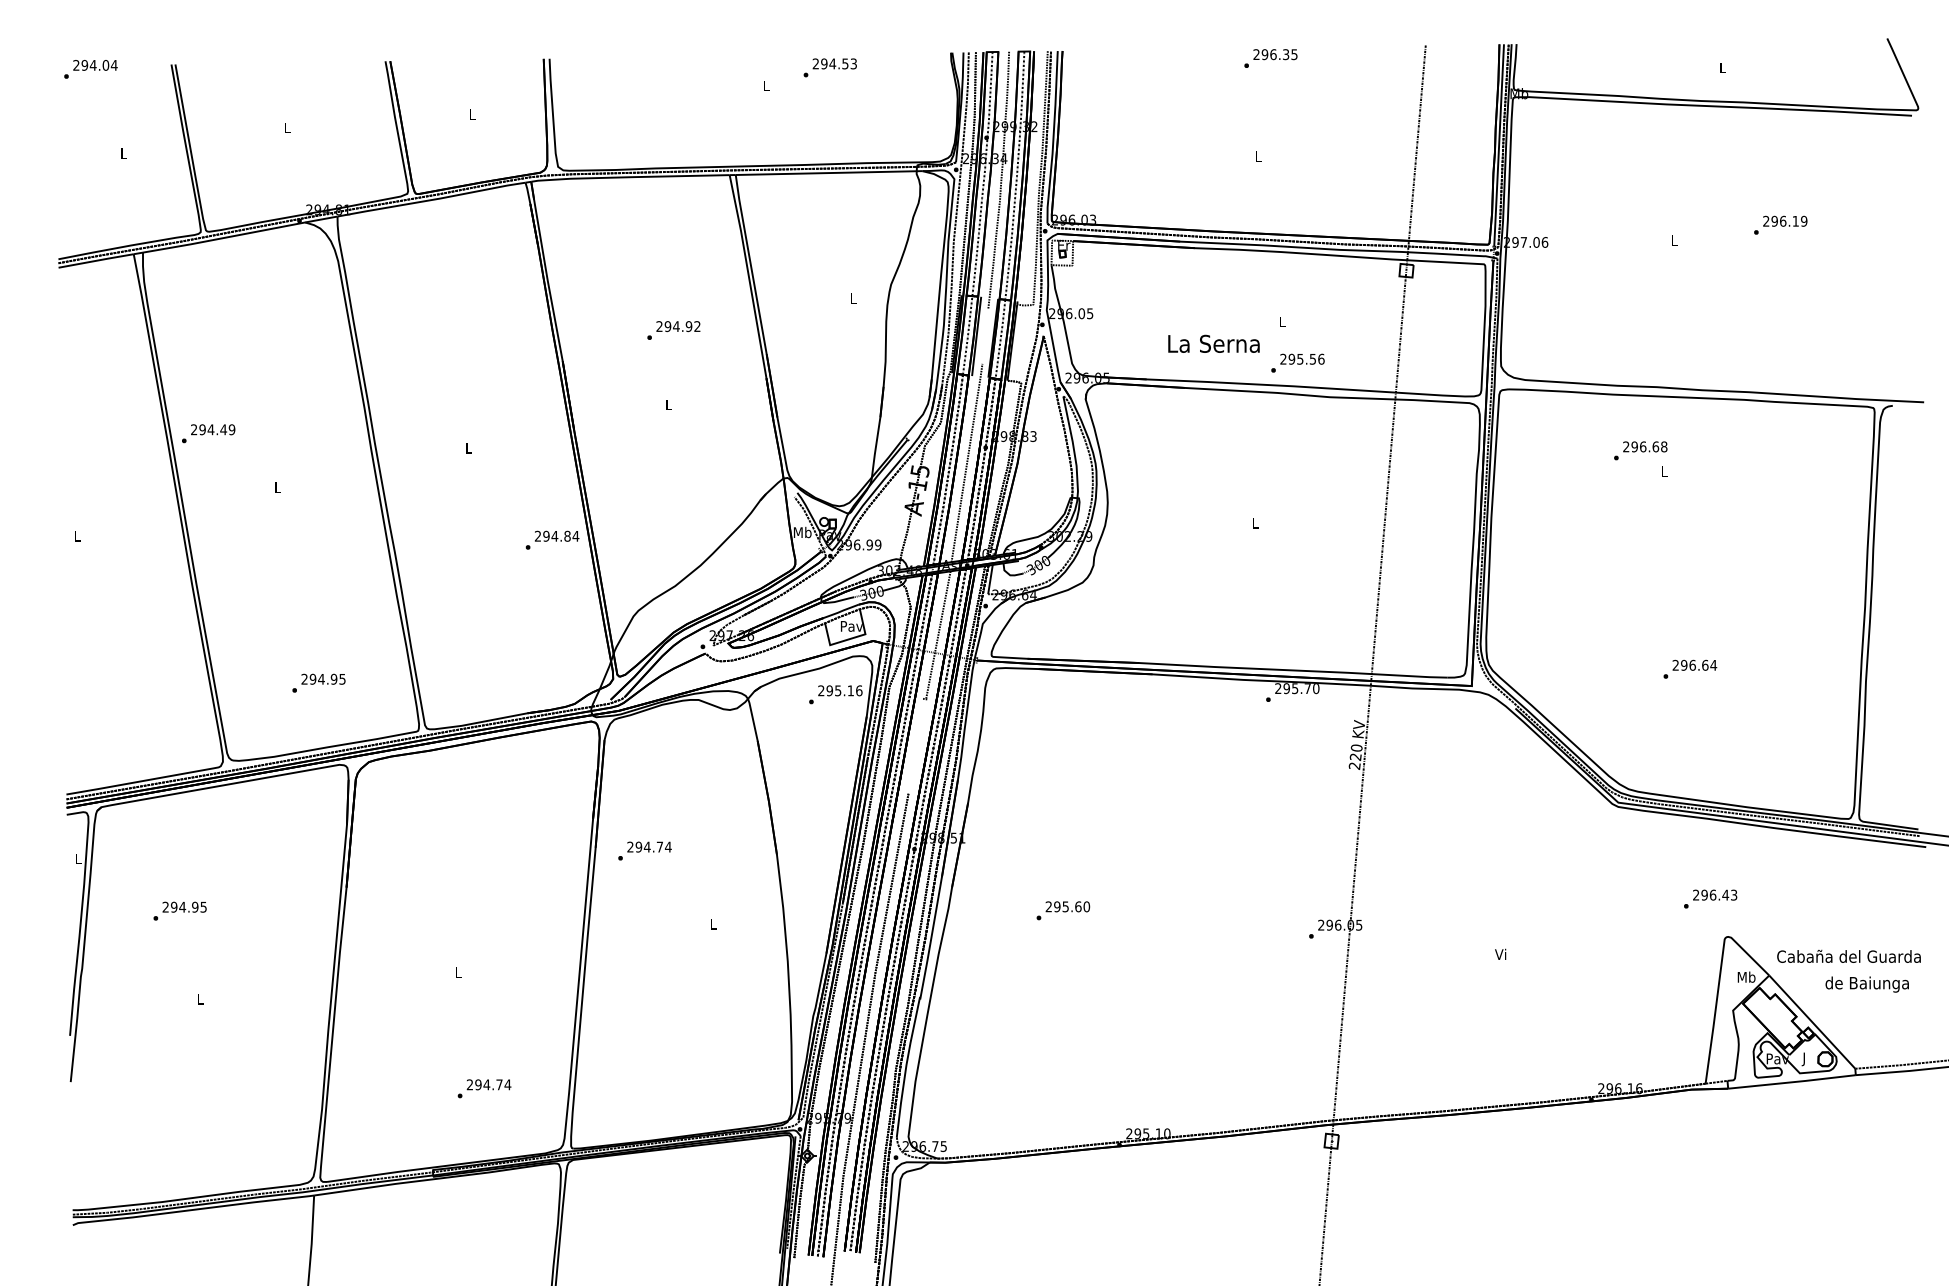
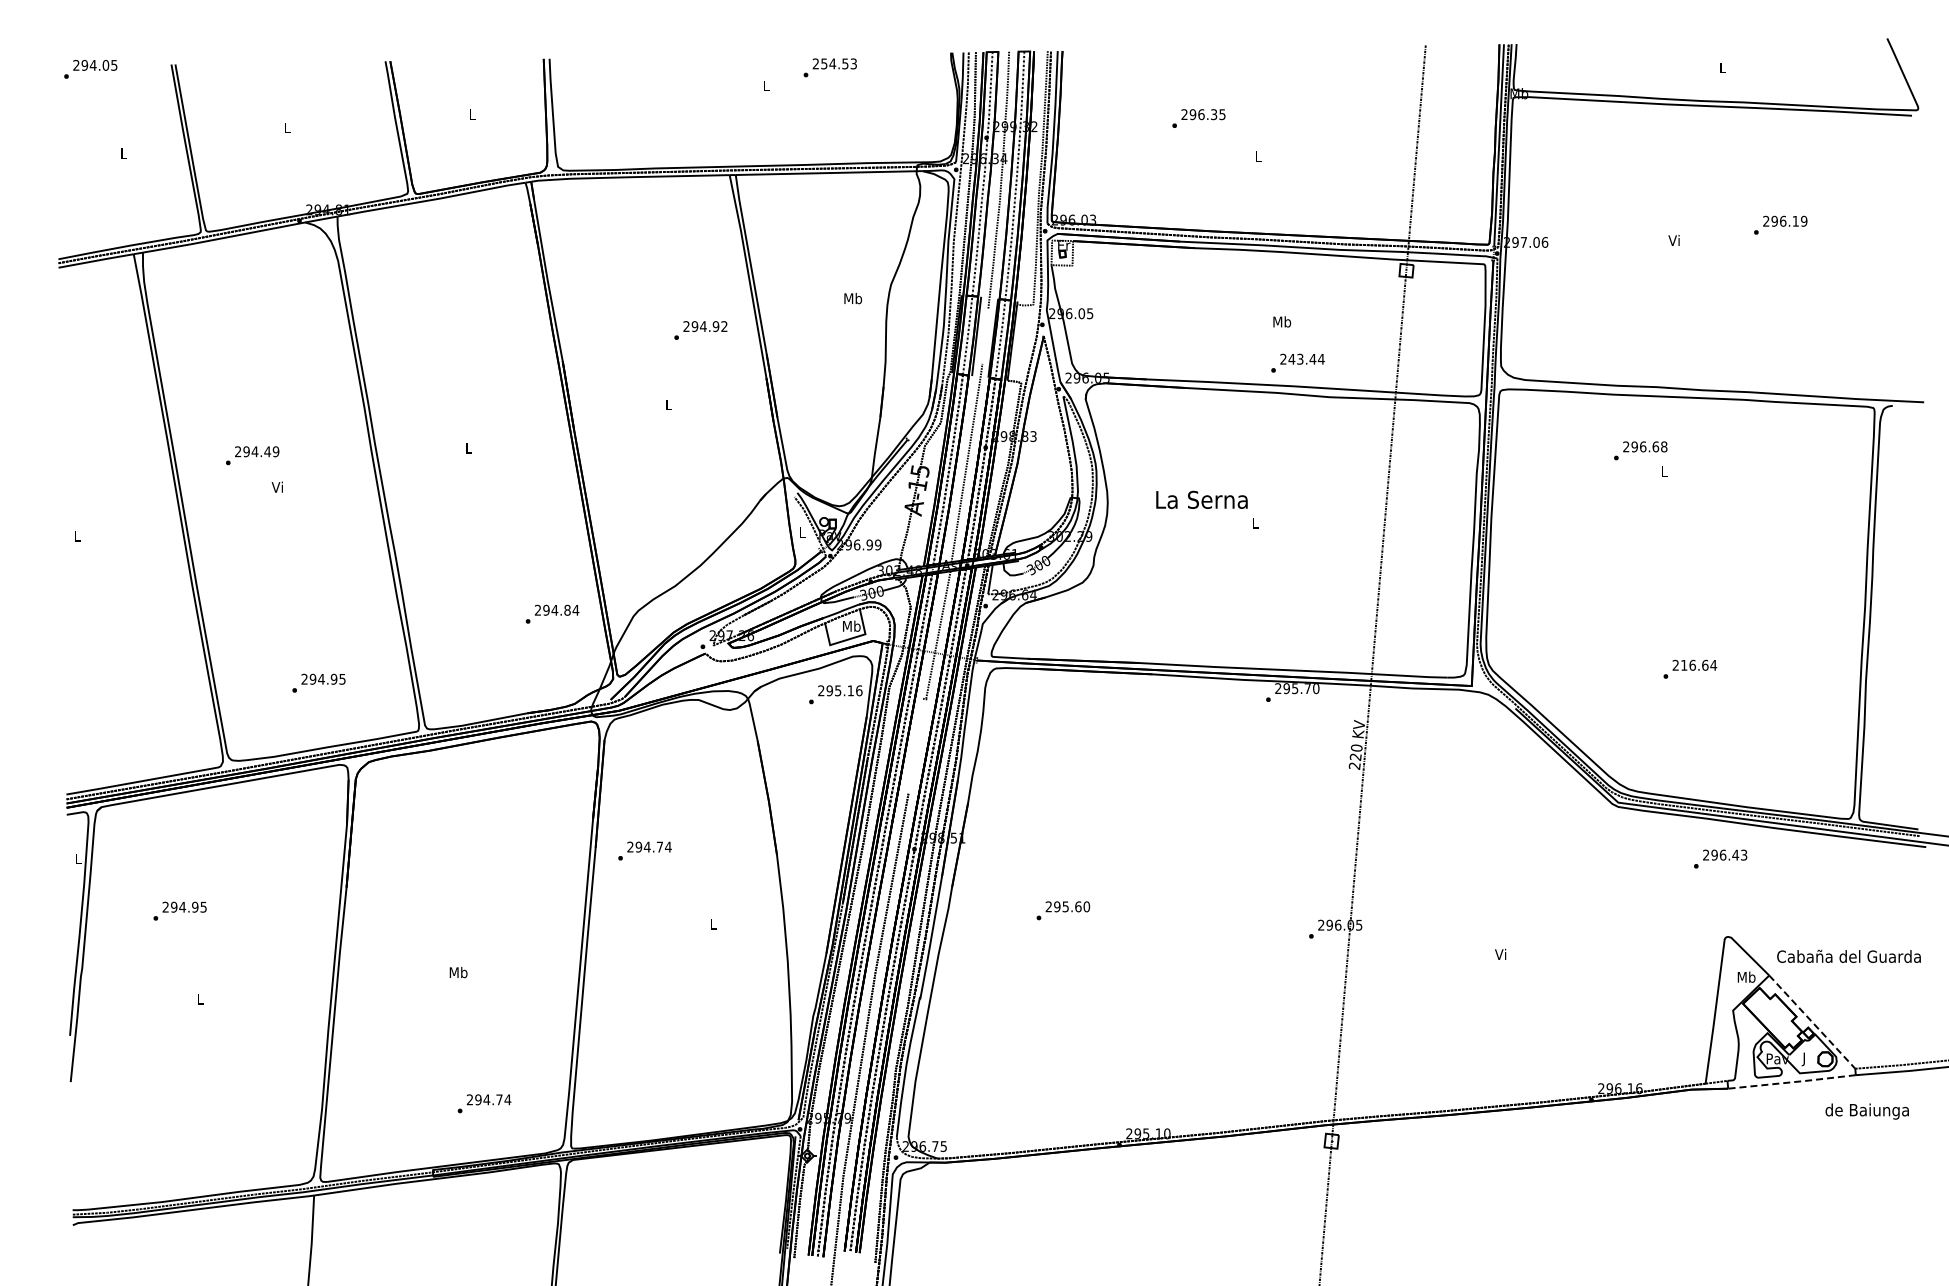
text at (1270, 58) position: (1270, 58) -> (1198, 118)
text at (824, 63): 294.53 -> 254.53
text at (113, 65): 294.04 -> 294.05
text at (1673, 240): L -> Vi
text at (853, 298): L -> Mb
text at (1282, 321): L -> Mb
text at (673, 330) position: (673, 330) -> (700, 330)
text at (1213, 343) position: (1213, 343) -> (1201, 499)
text at (1306, 358): 295.56 -> 243.44
text at (208, 433) position: (208, 433) -> (252, 455)
text at (276, 486): L -> Vi
text at (802, 532): Mb -> L
text at (552, 539) position: (552, 539) -> (552, 613)
text at (851, 625): Pav -> Mb
text at (1684, 664): 296.64 -> 216.64
text at (1710, 898) position: (1710, 898) -> (1720, 858)
text at (458, 972): L -> Mb
text at (1866, 984) position: (1866, 984) -> (1866, 1111)
line at (1812, 1022): solid -> dashed
line at (1792, 1082): solid -> dashed
text at (484, 1088) position: (484, 1088) -> (484, 1103)
